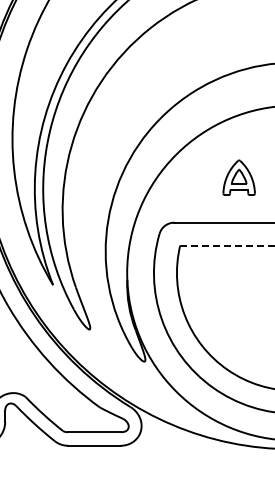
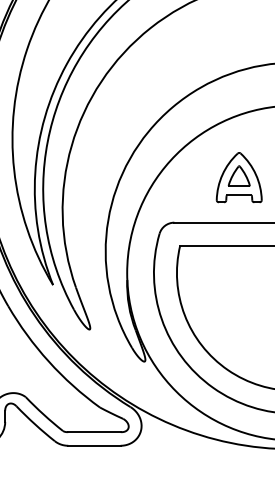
part at (238, 177) size: 34x37 px -> 48x52 px
line at (227, 245): dashed -> solid
